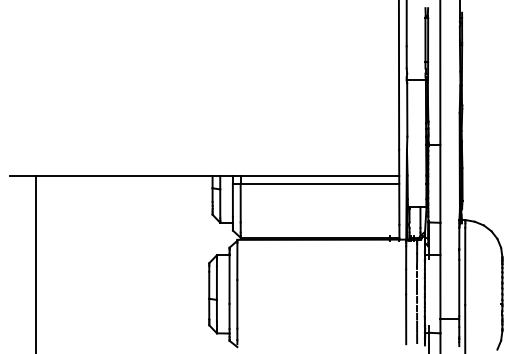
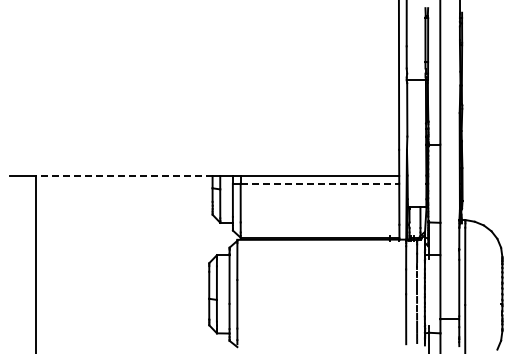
line at (123, 175): solid -> dashed
line at (320, 183): solid -> dashed
